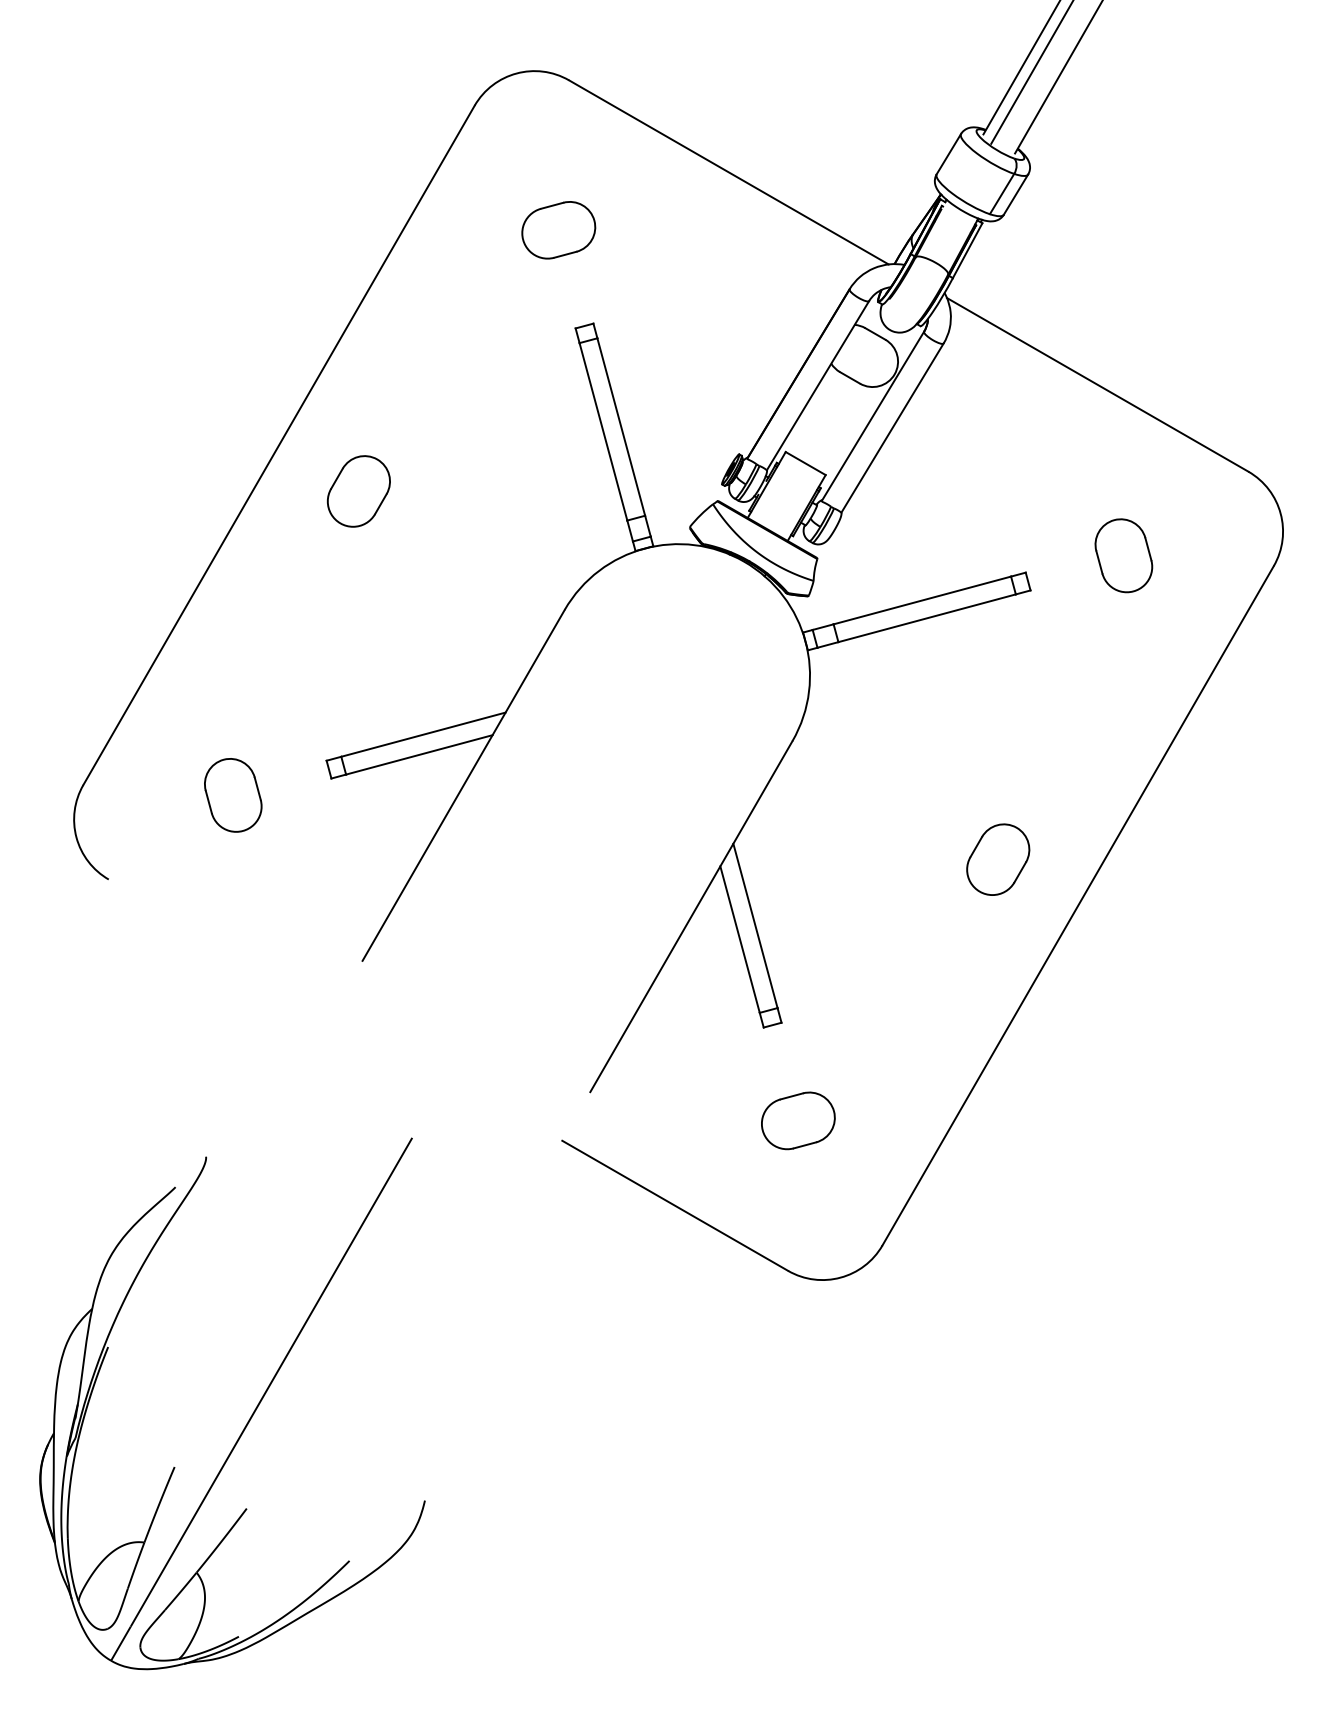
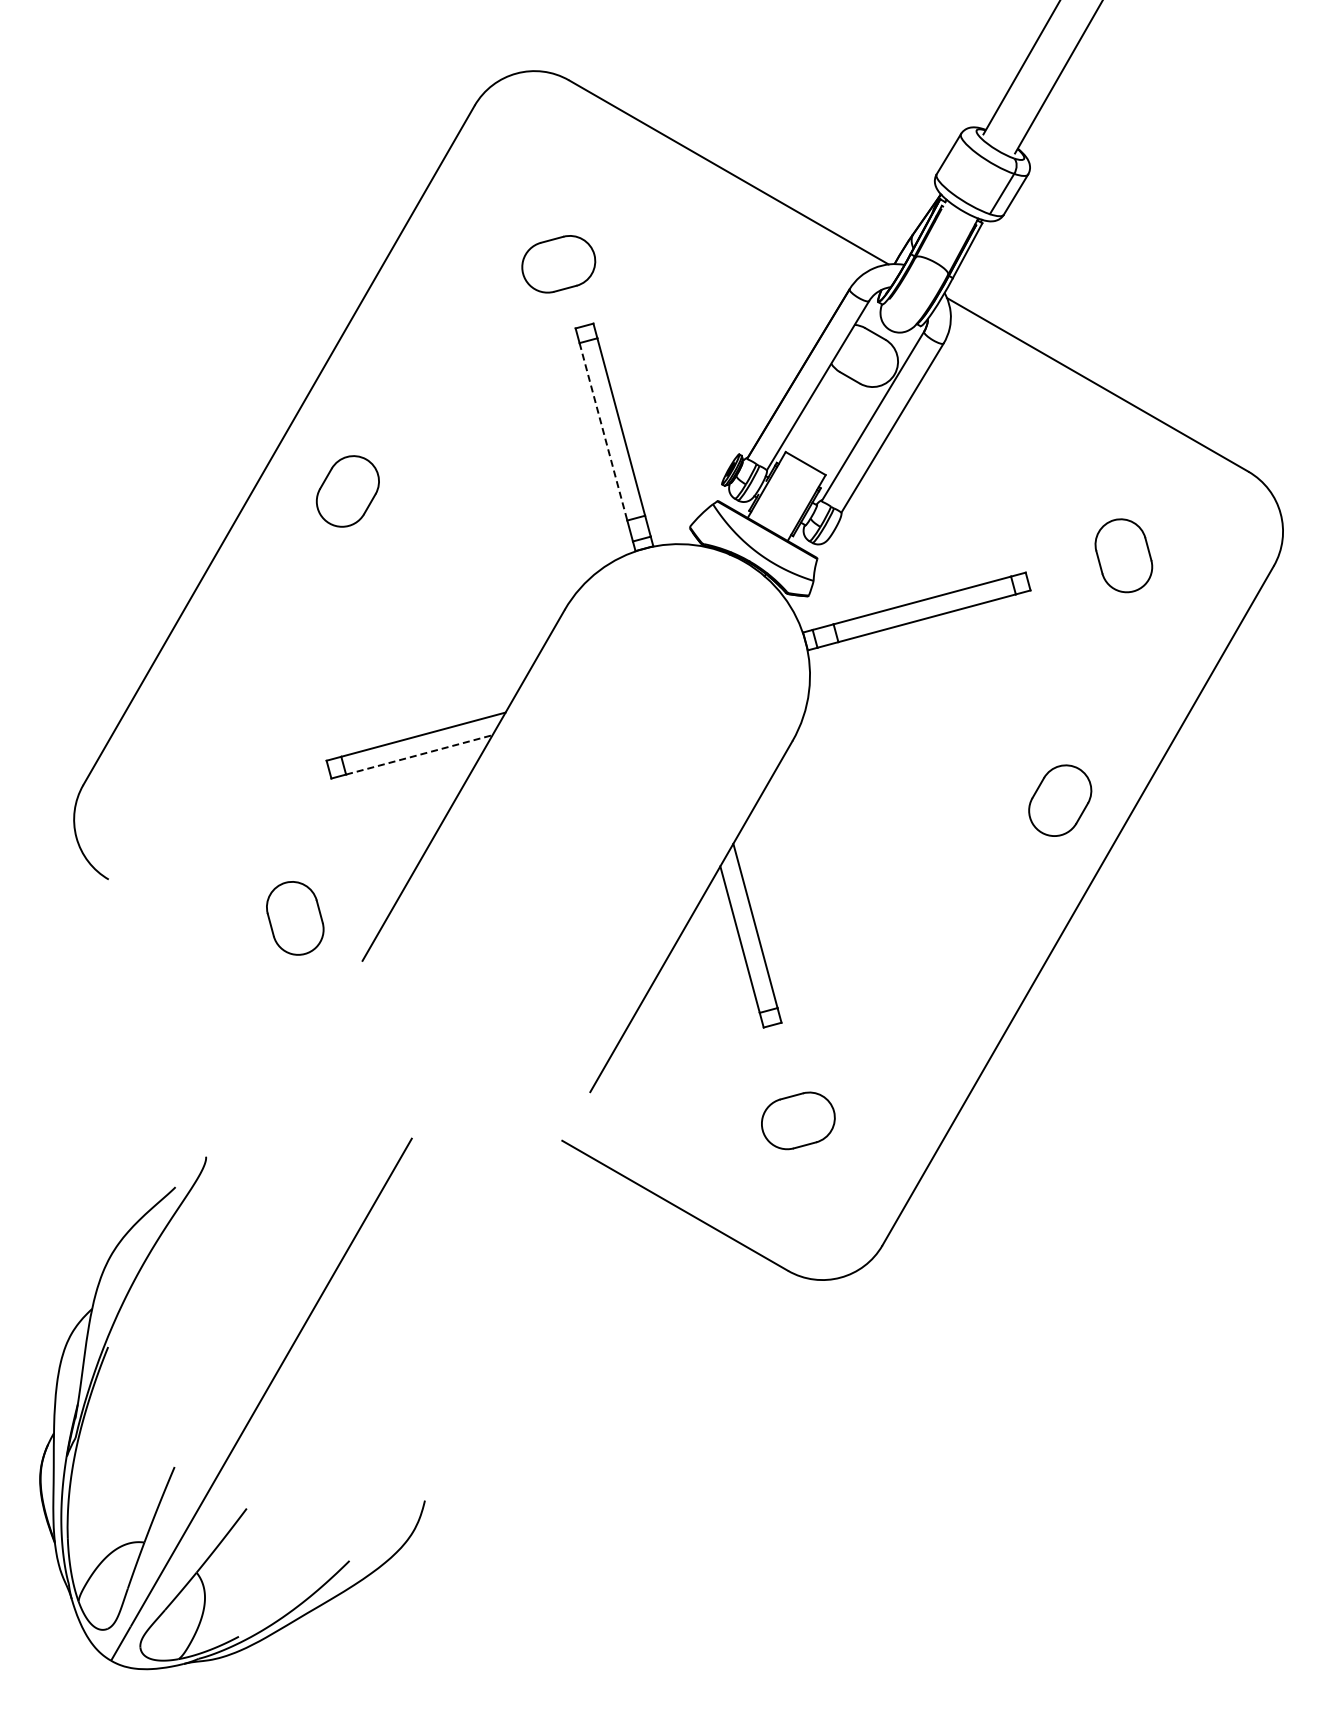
line at (1031, 72): present -> none
part at (558, 230) position: (558, 230) -> (558, 264)
line at (603, 431): solid -> dashed
part at (358, 491) position: (358, 491) -> (347, 491)
line at (419, 754): solid -> dashed
part at (233, 795) position: (233, 795) -> (295, 918)
part at (998, 859) position: (998, 859) -> (1060, 800)
